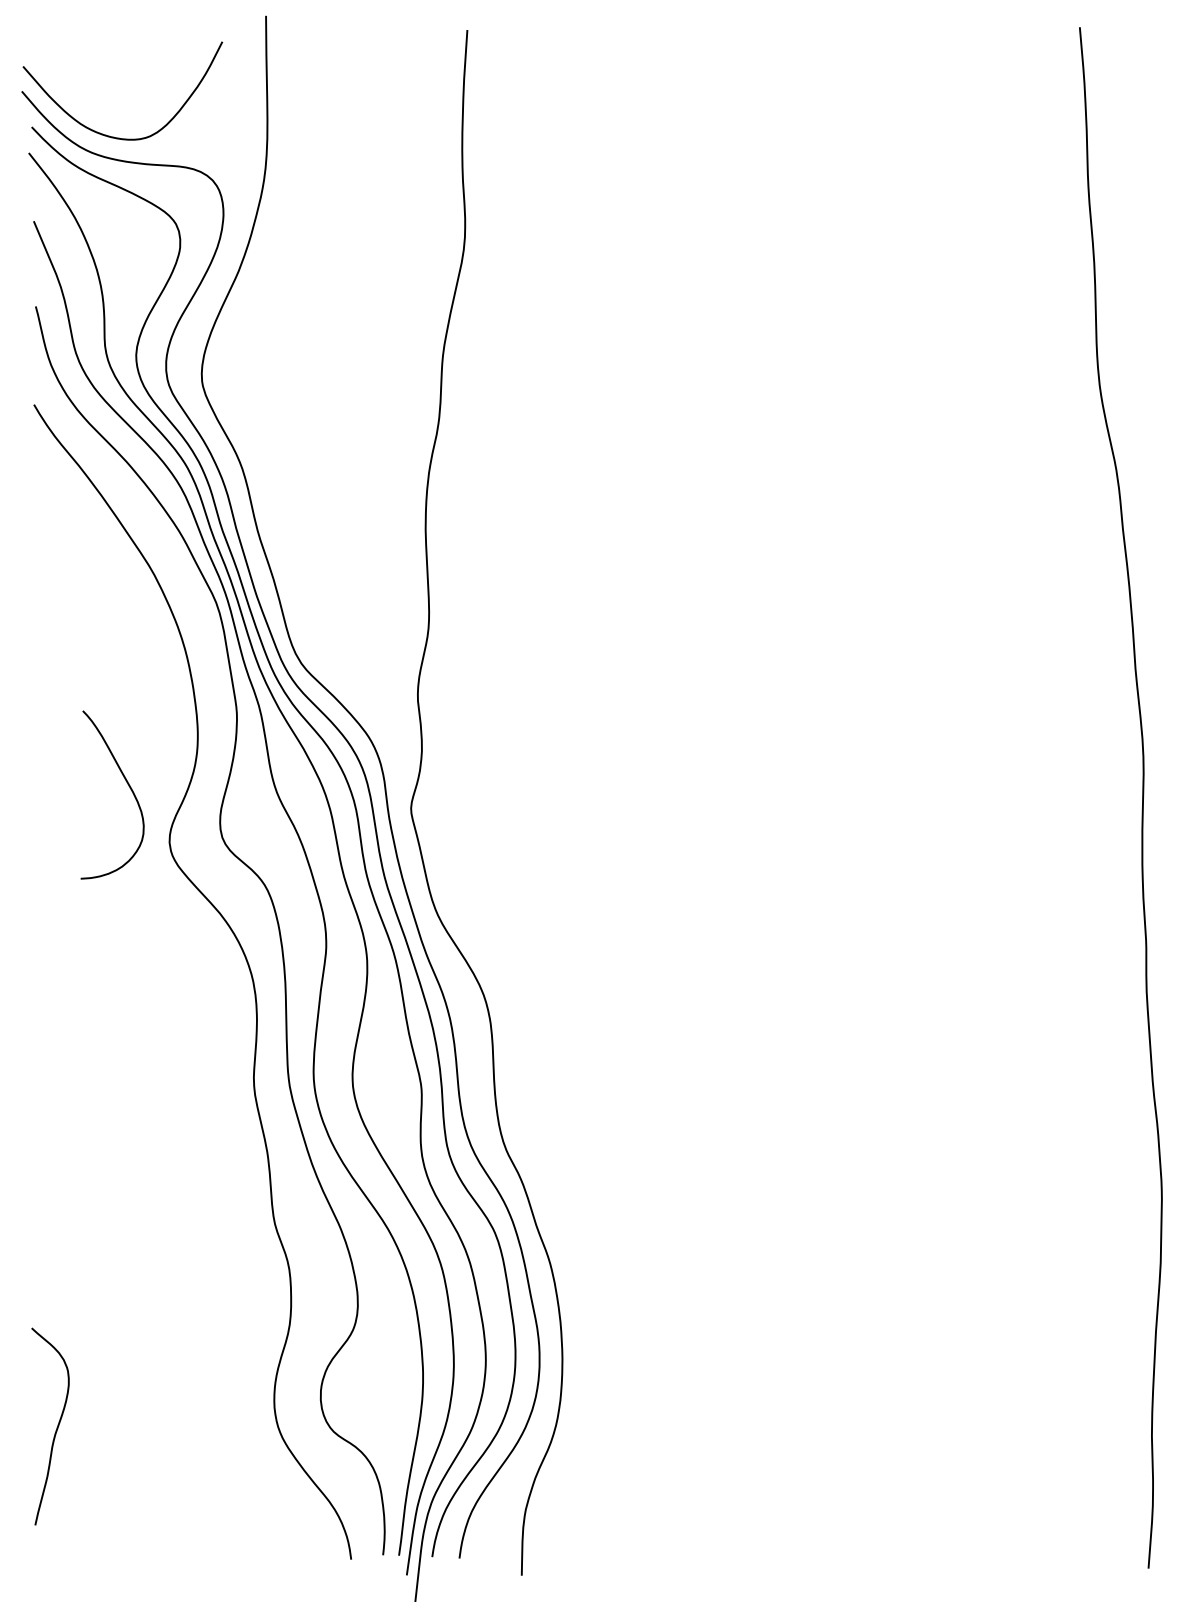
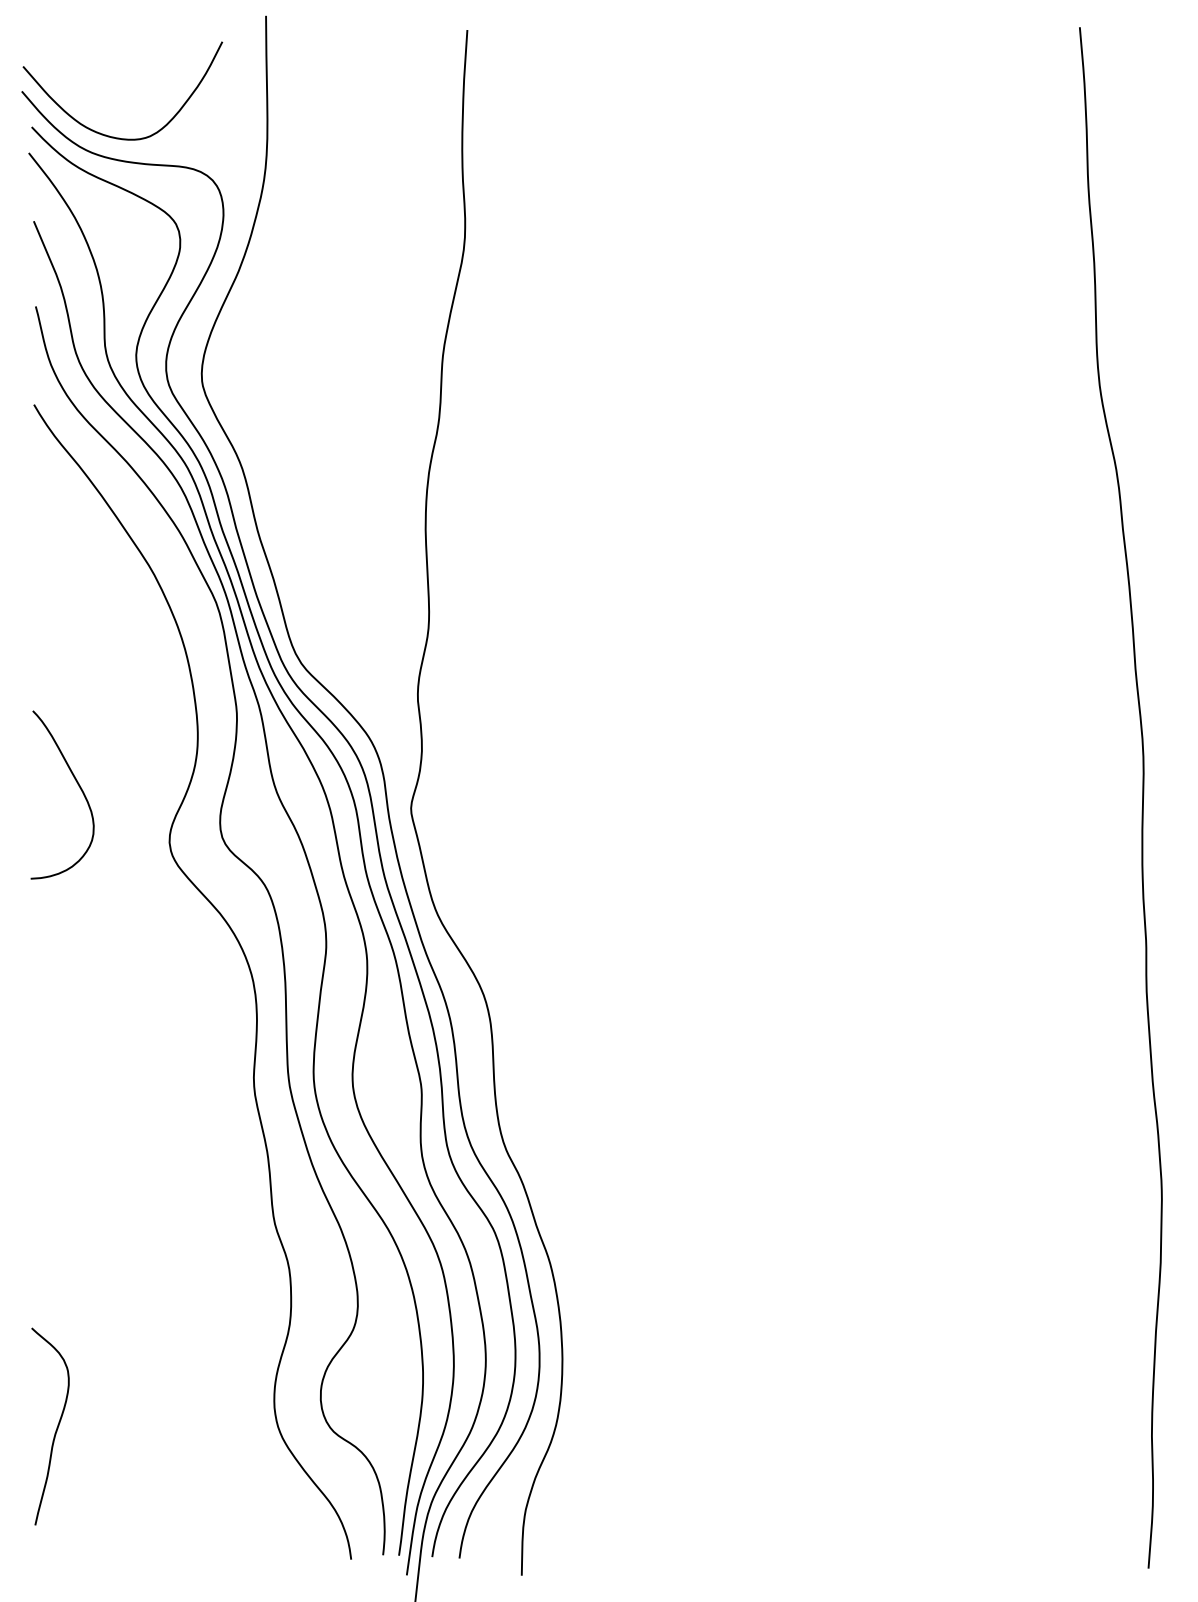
curve at (128, 786) position: (128, 786) -> (78, 786)
